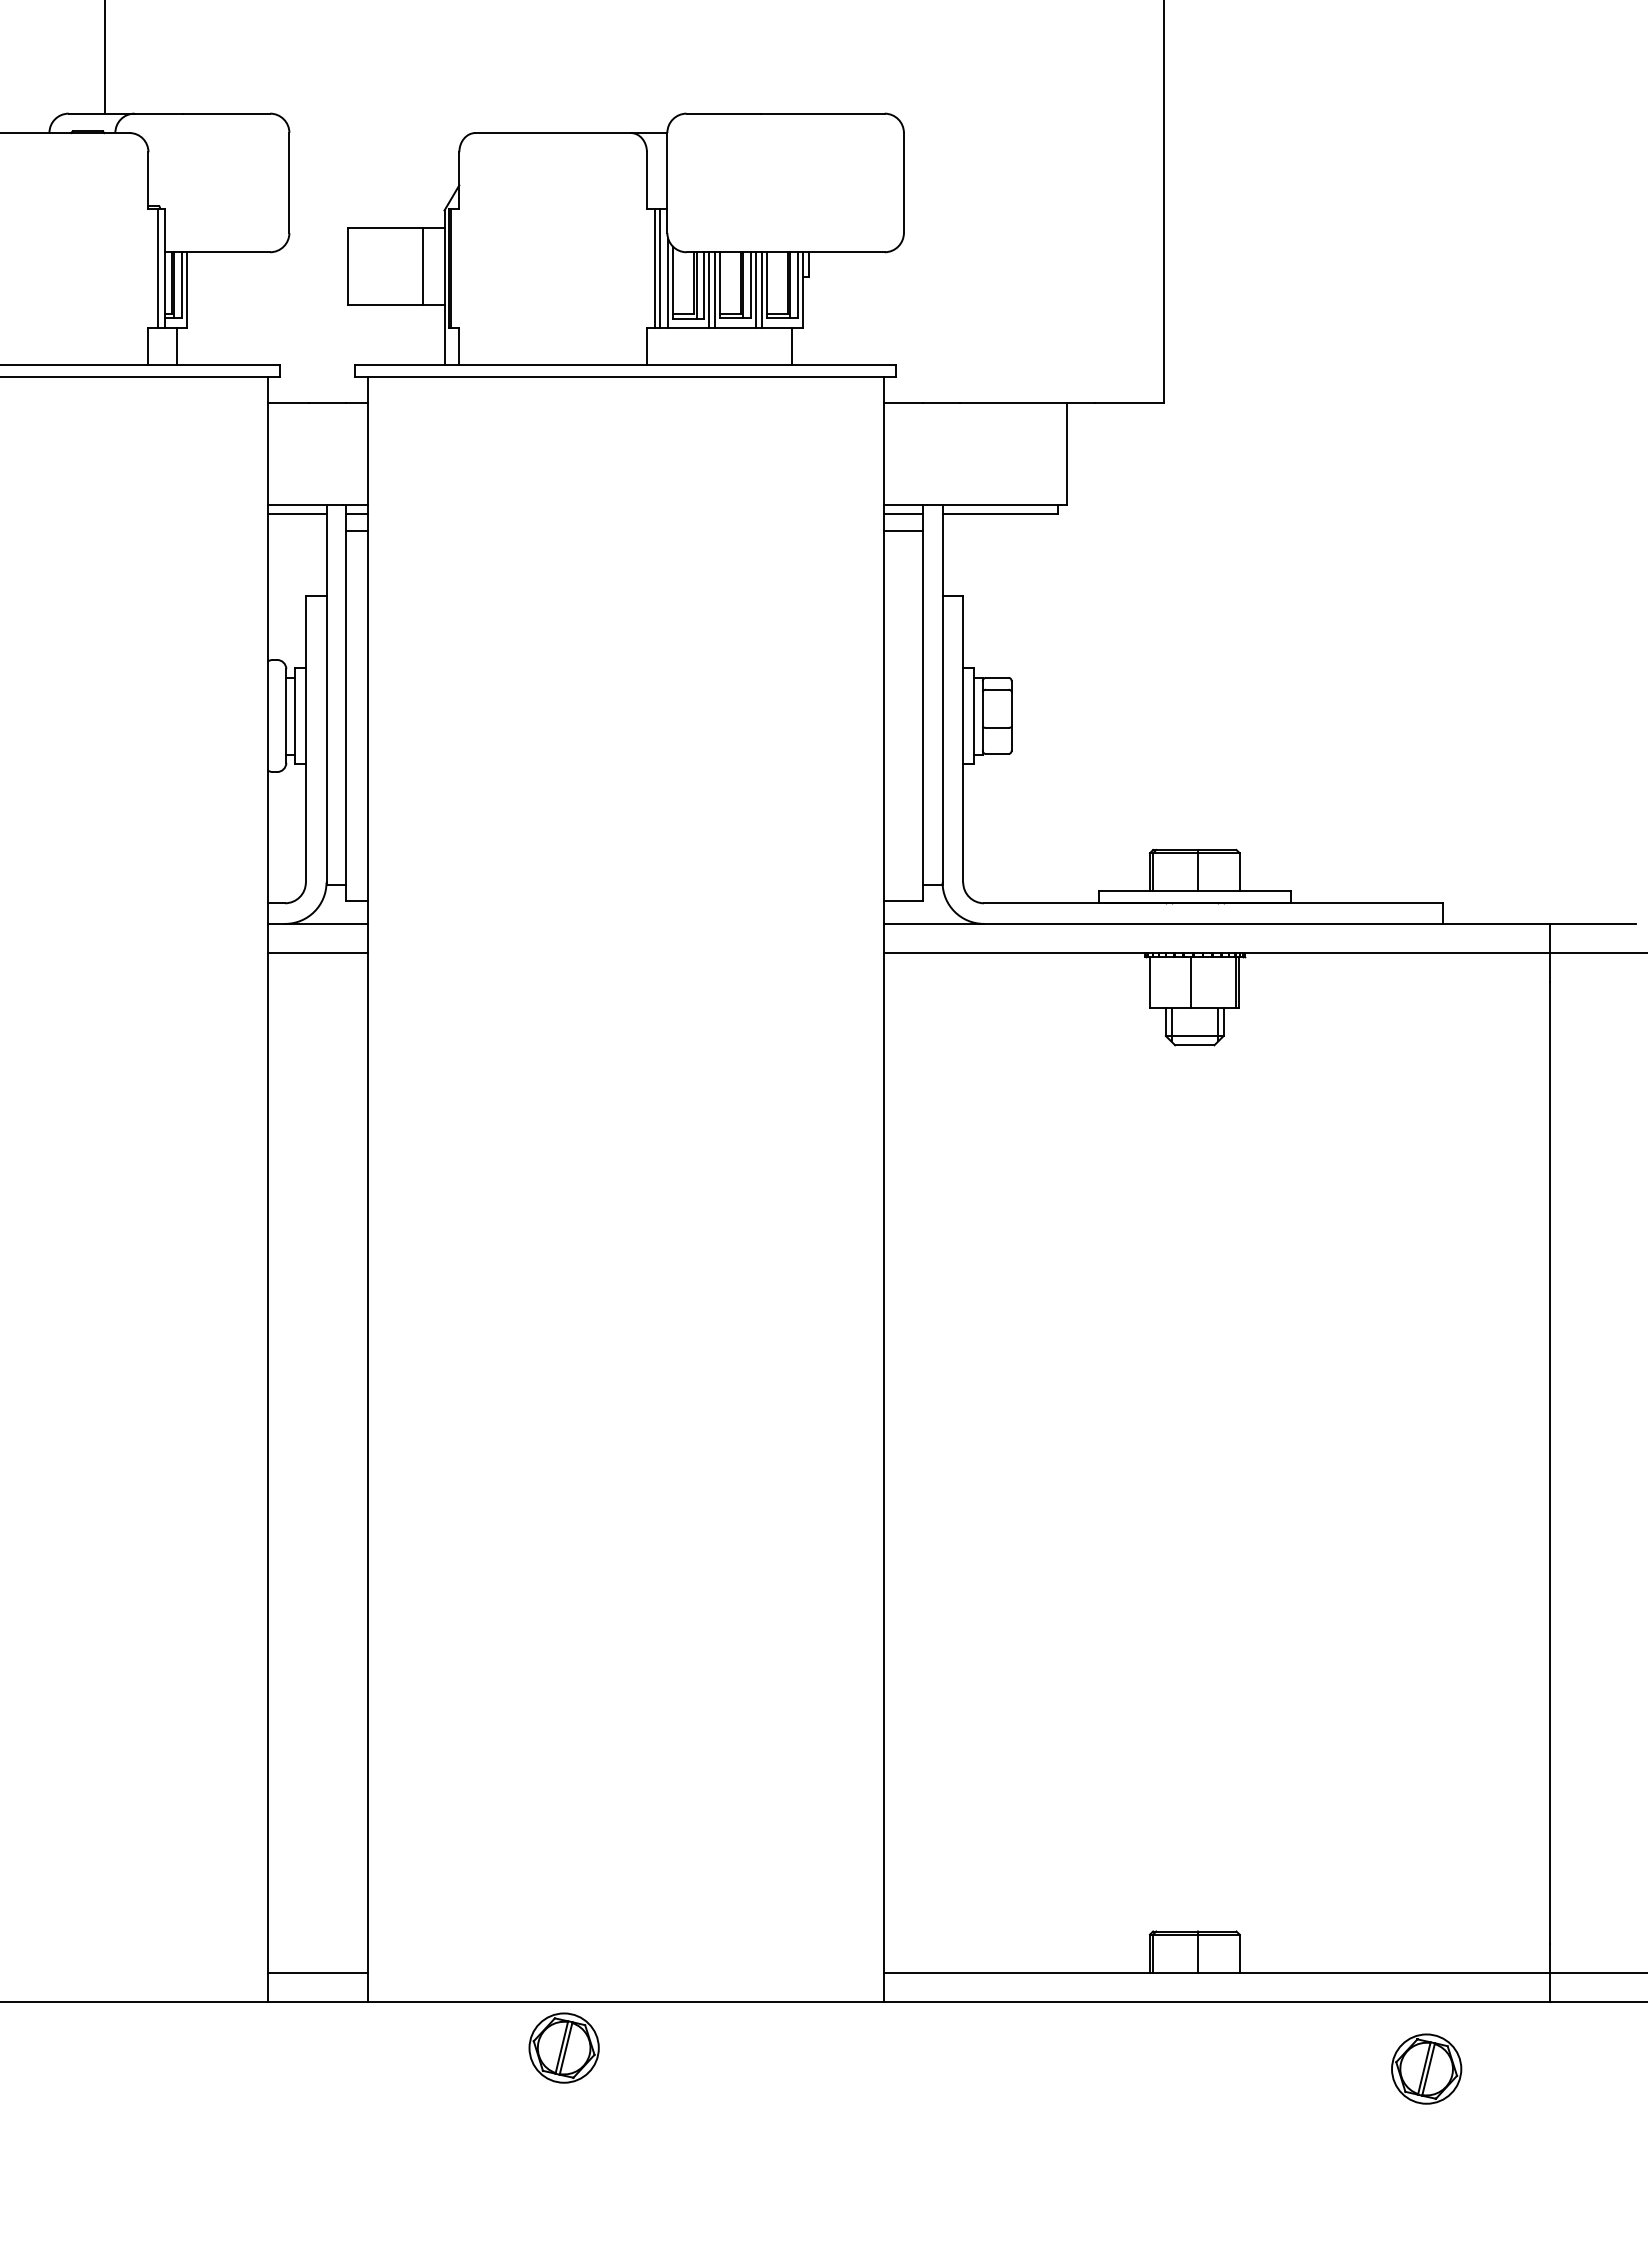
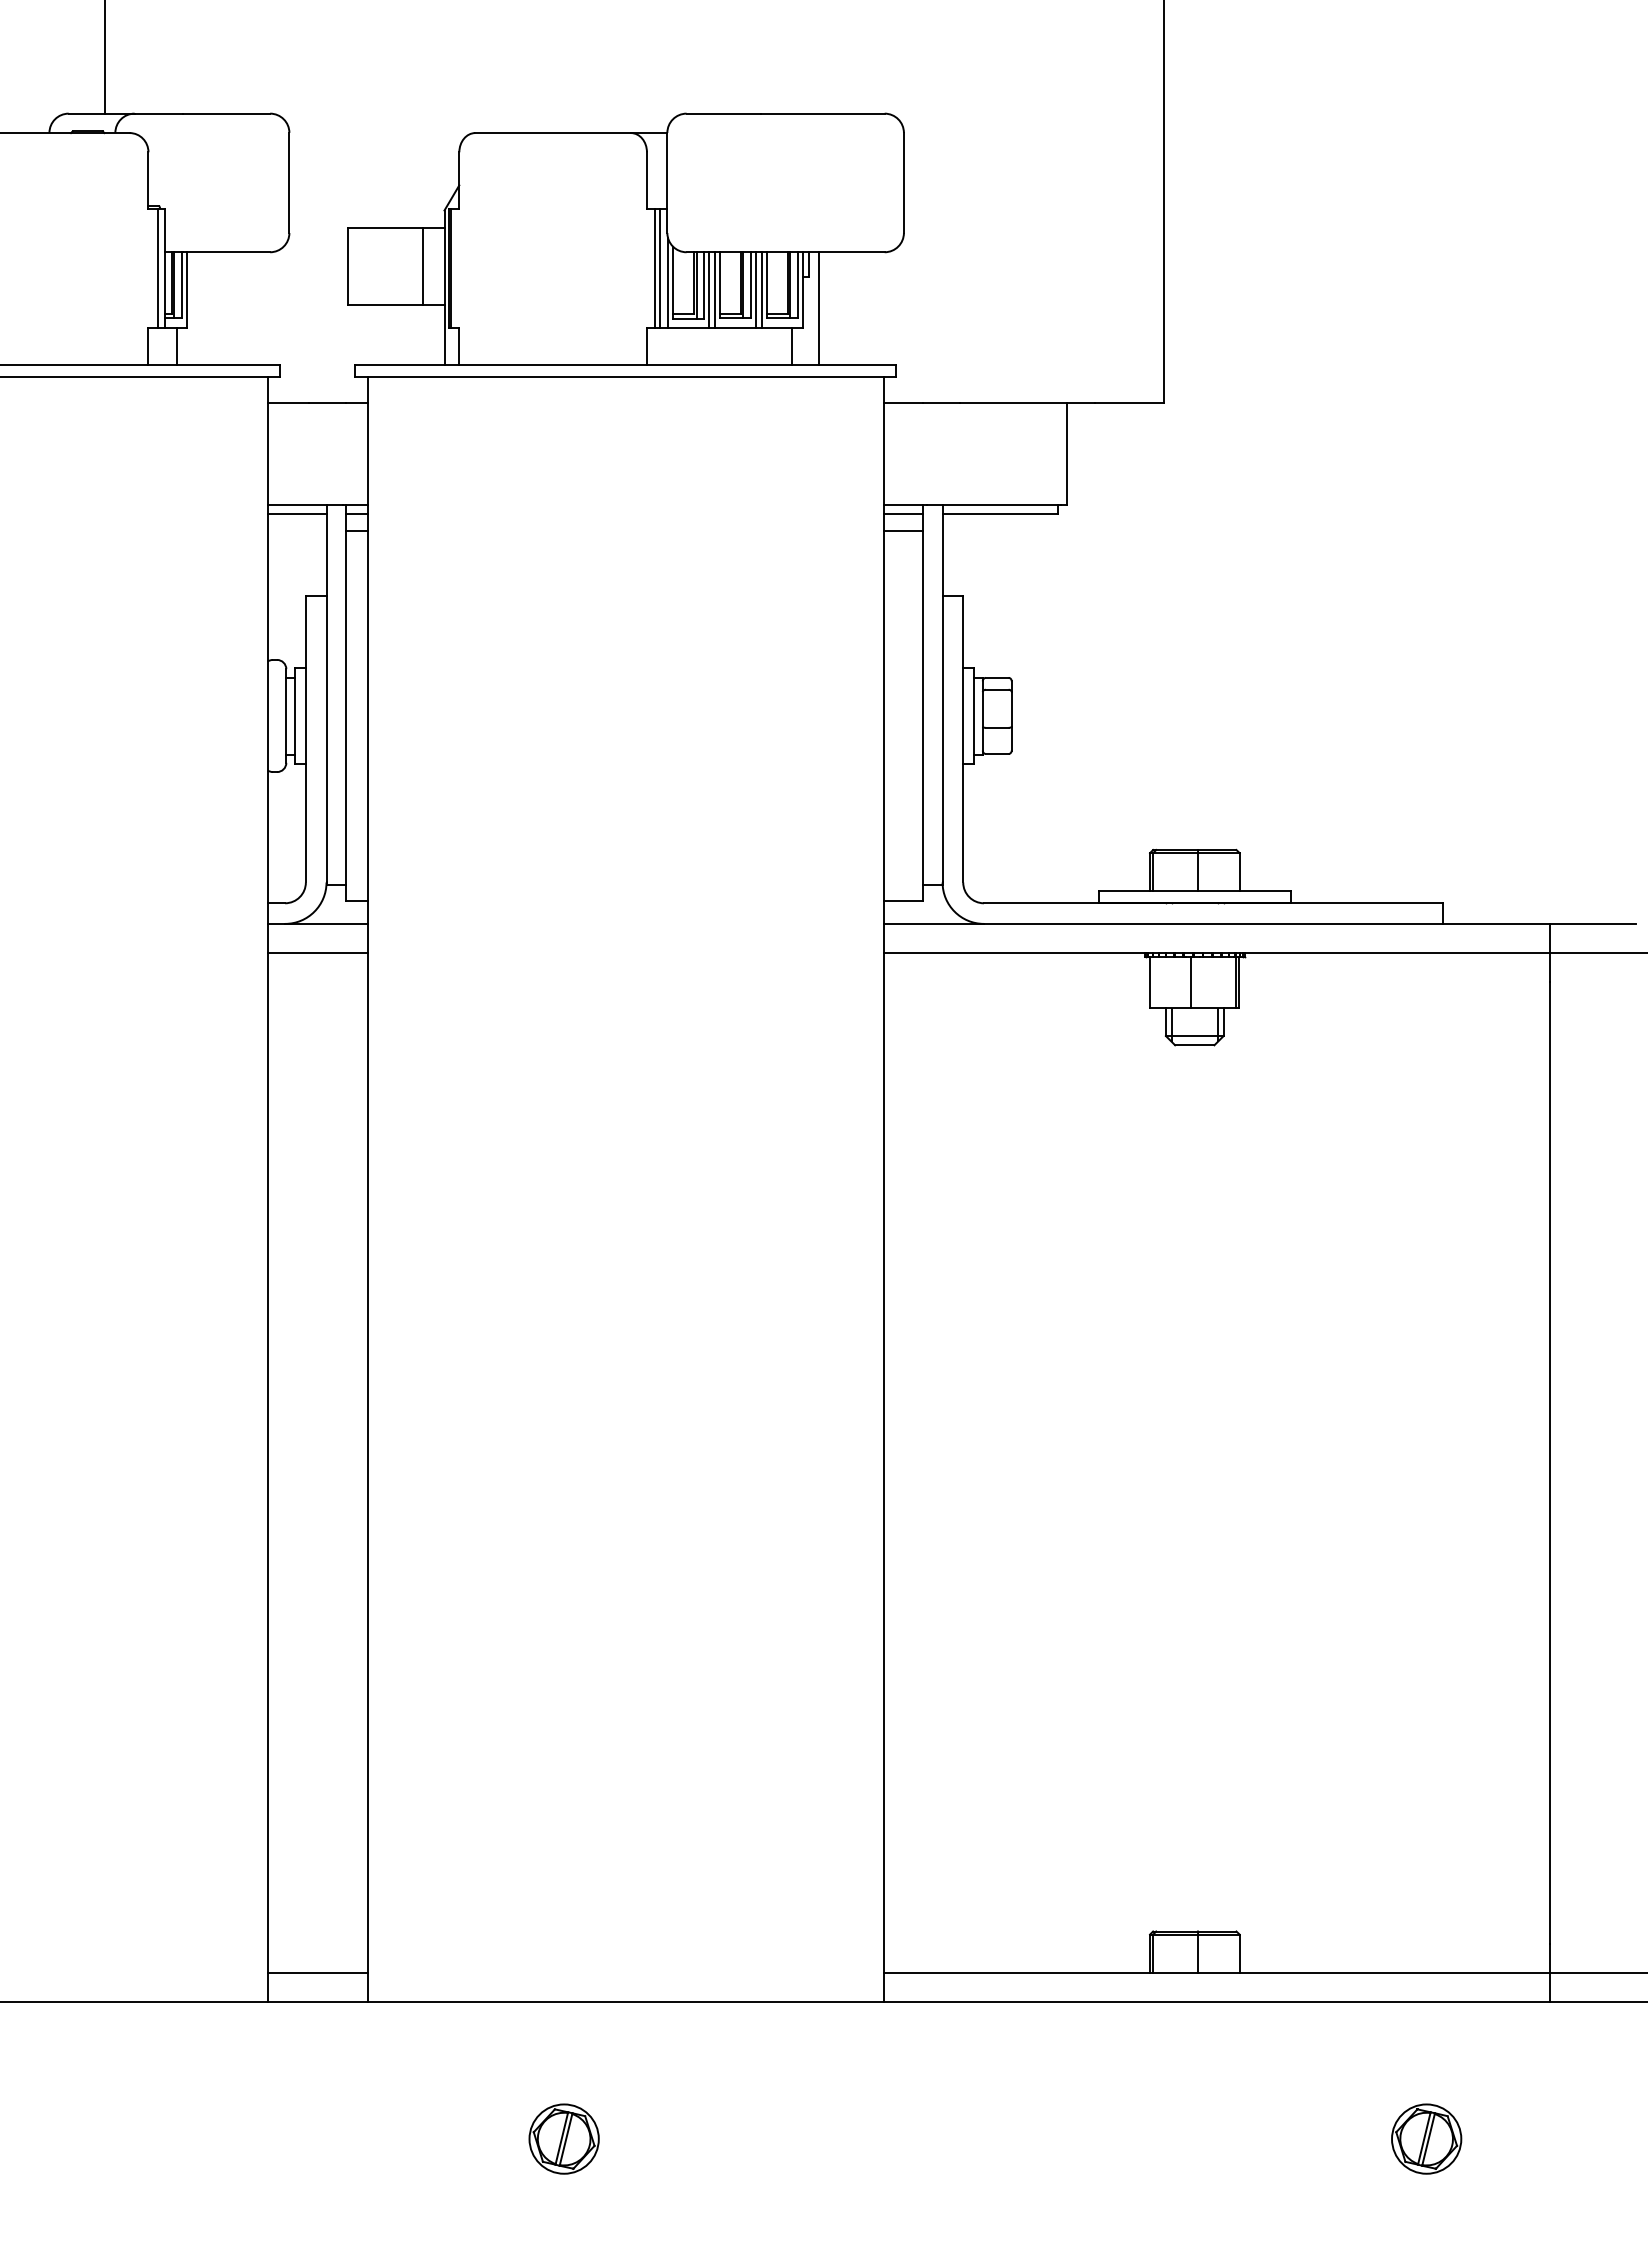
line at (818, 308): none -> present
part at (563, 2047) position: (563, 2047) -> (563, 2138)
part at (1426, 2068) position: (1426, 2068) -> (1426, 2138)
